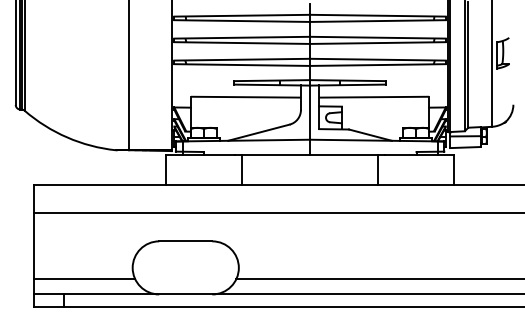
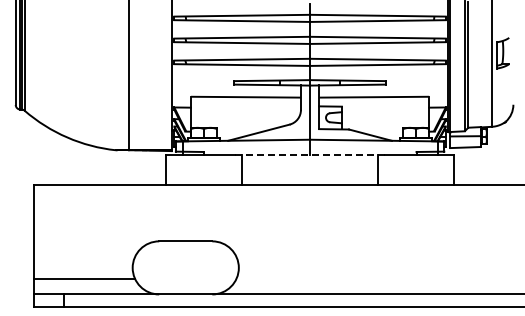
line at (309, 154): solid -> dashed
line at (277, 212): present -> none
line at (378, 279): present -> none
